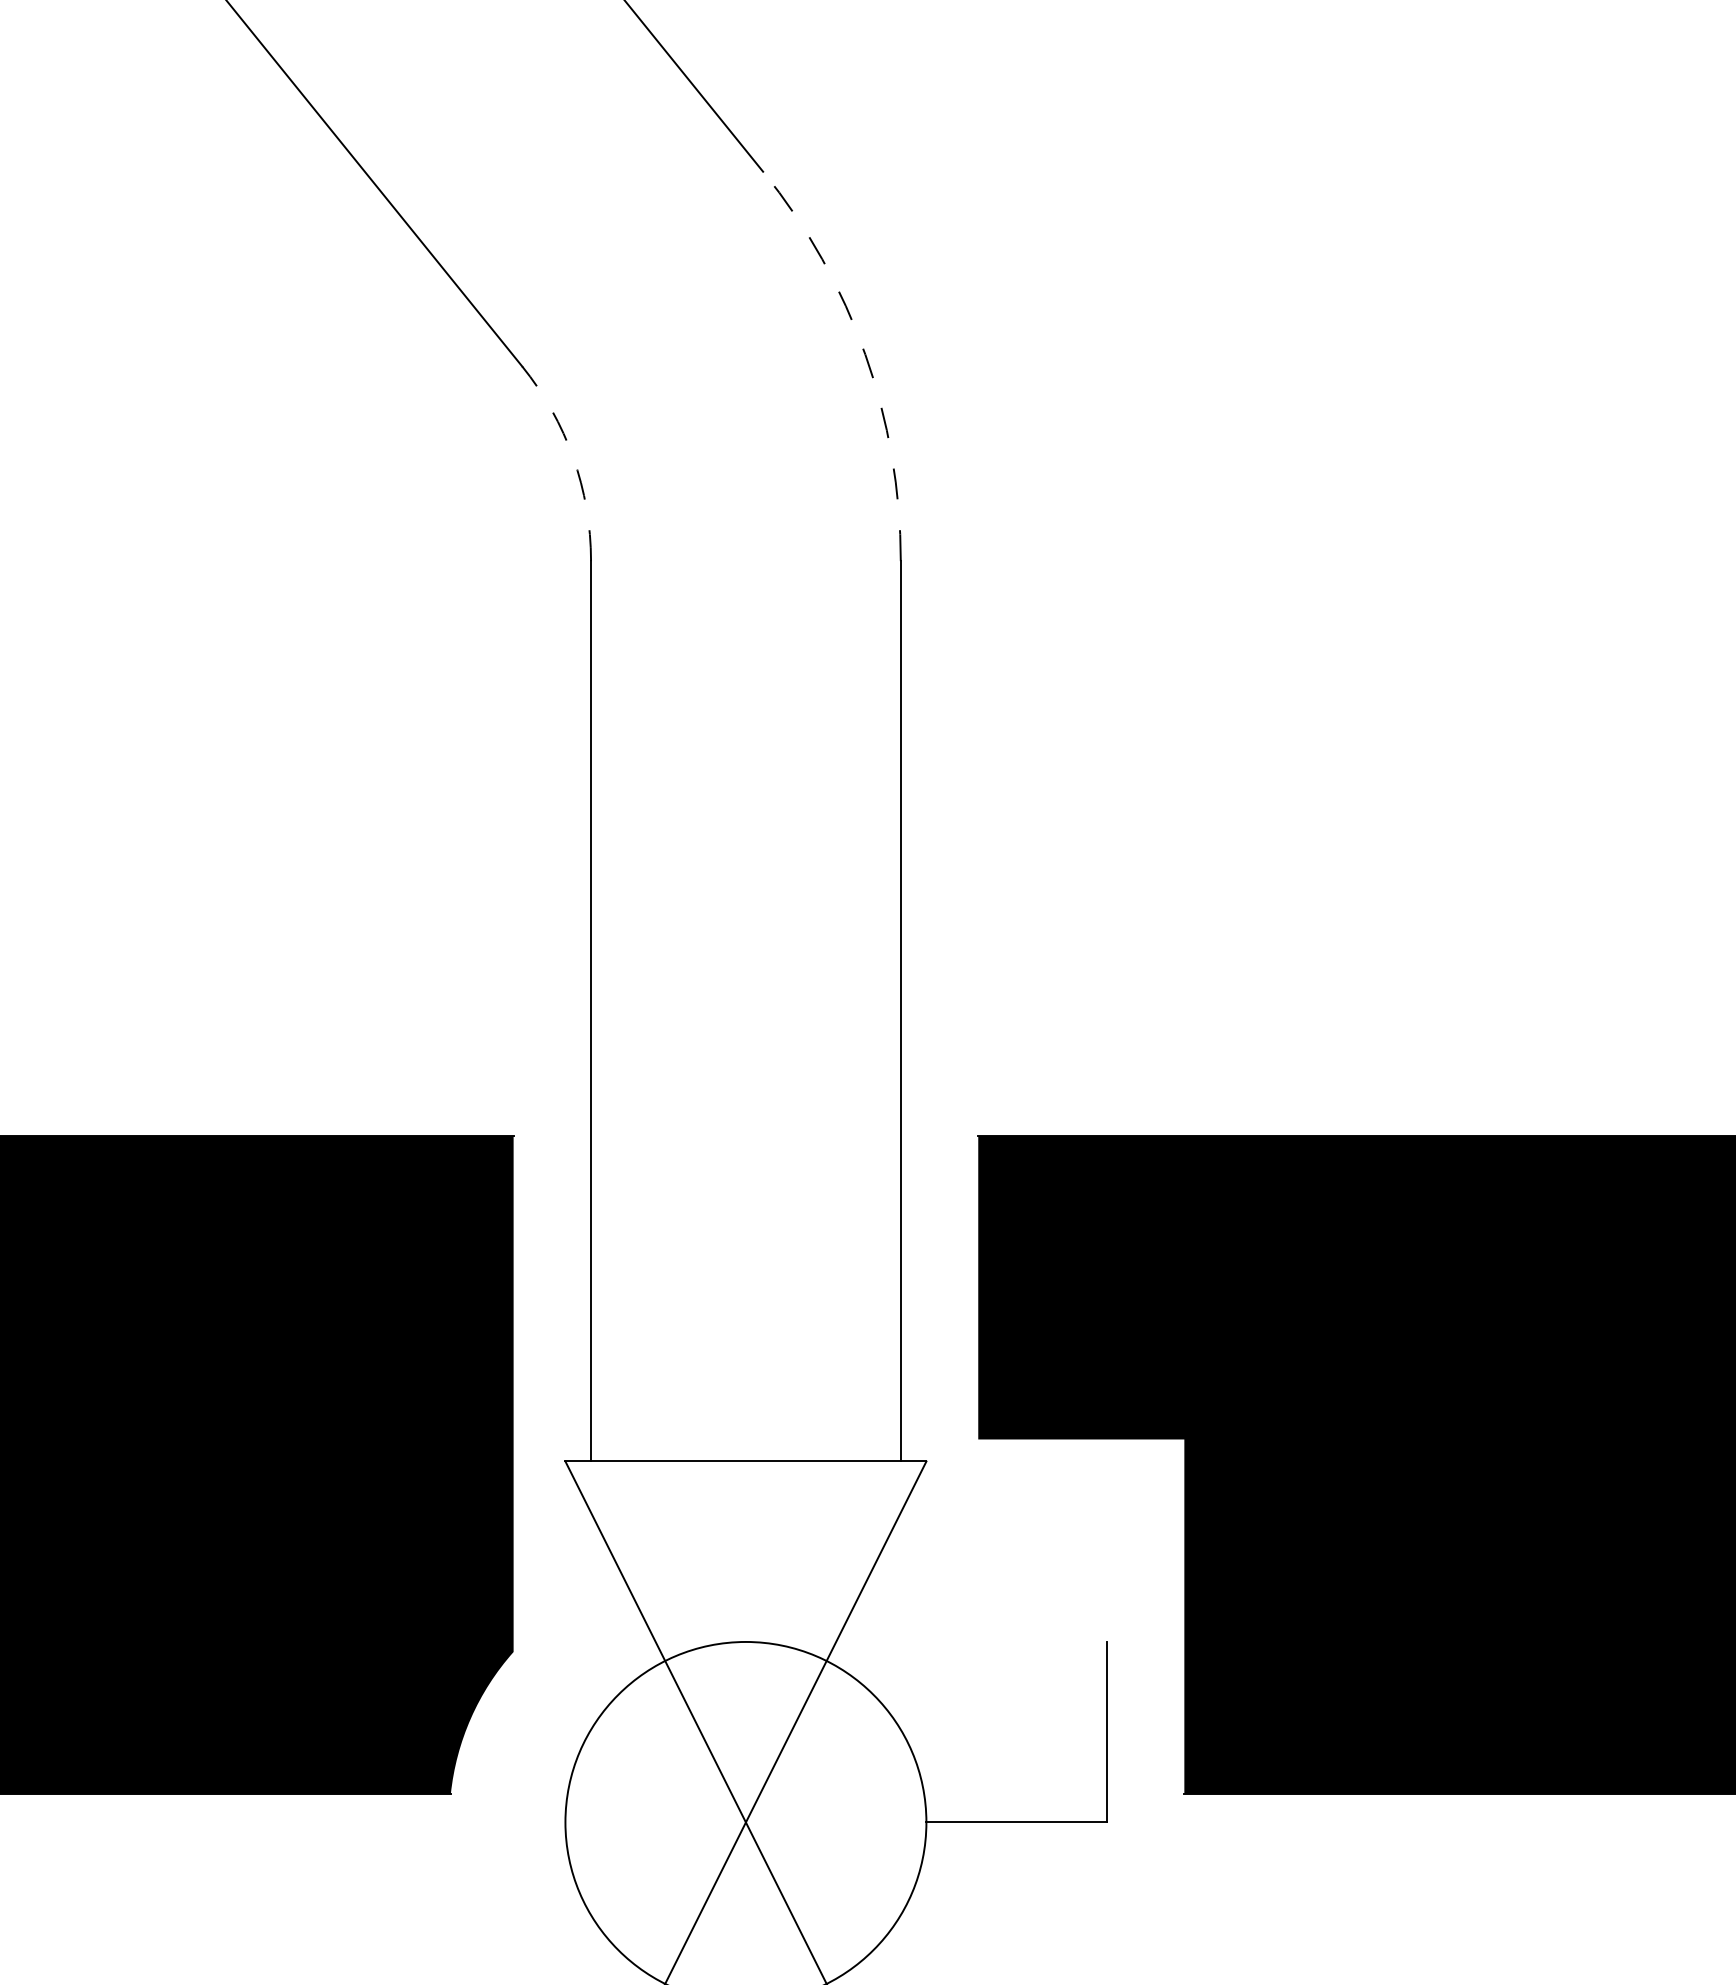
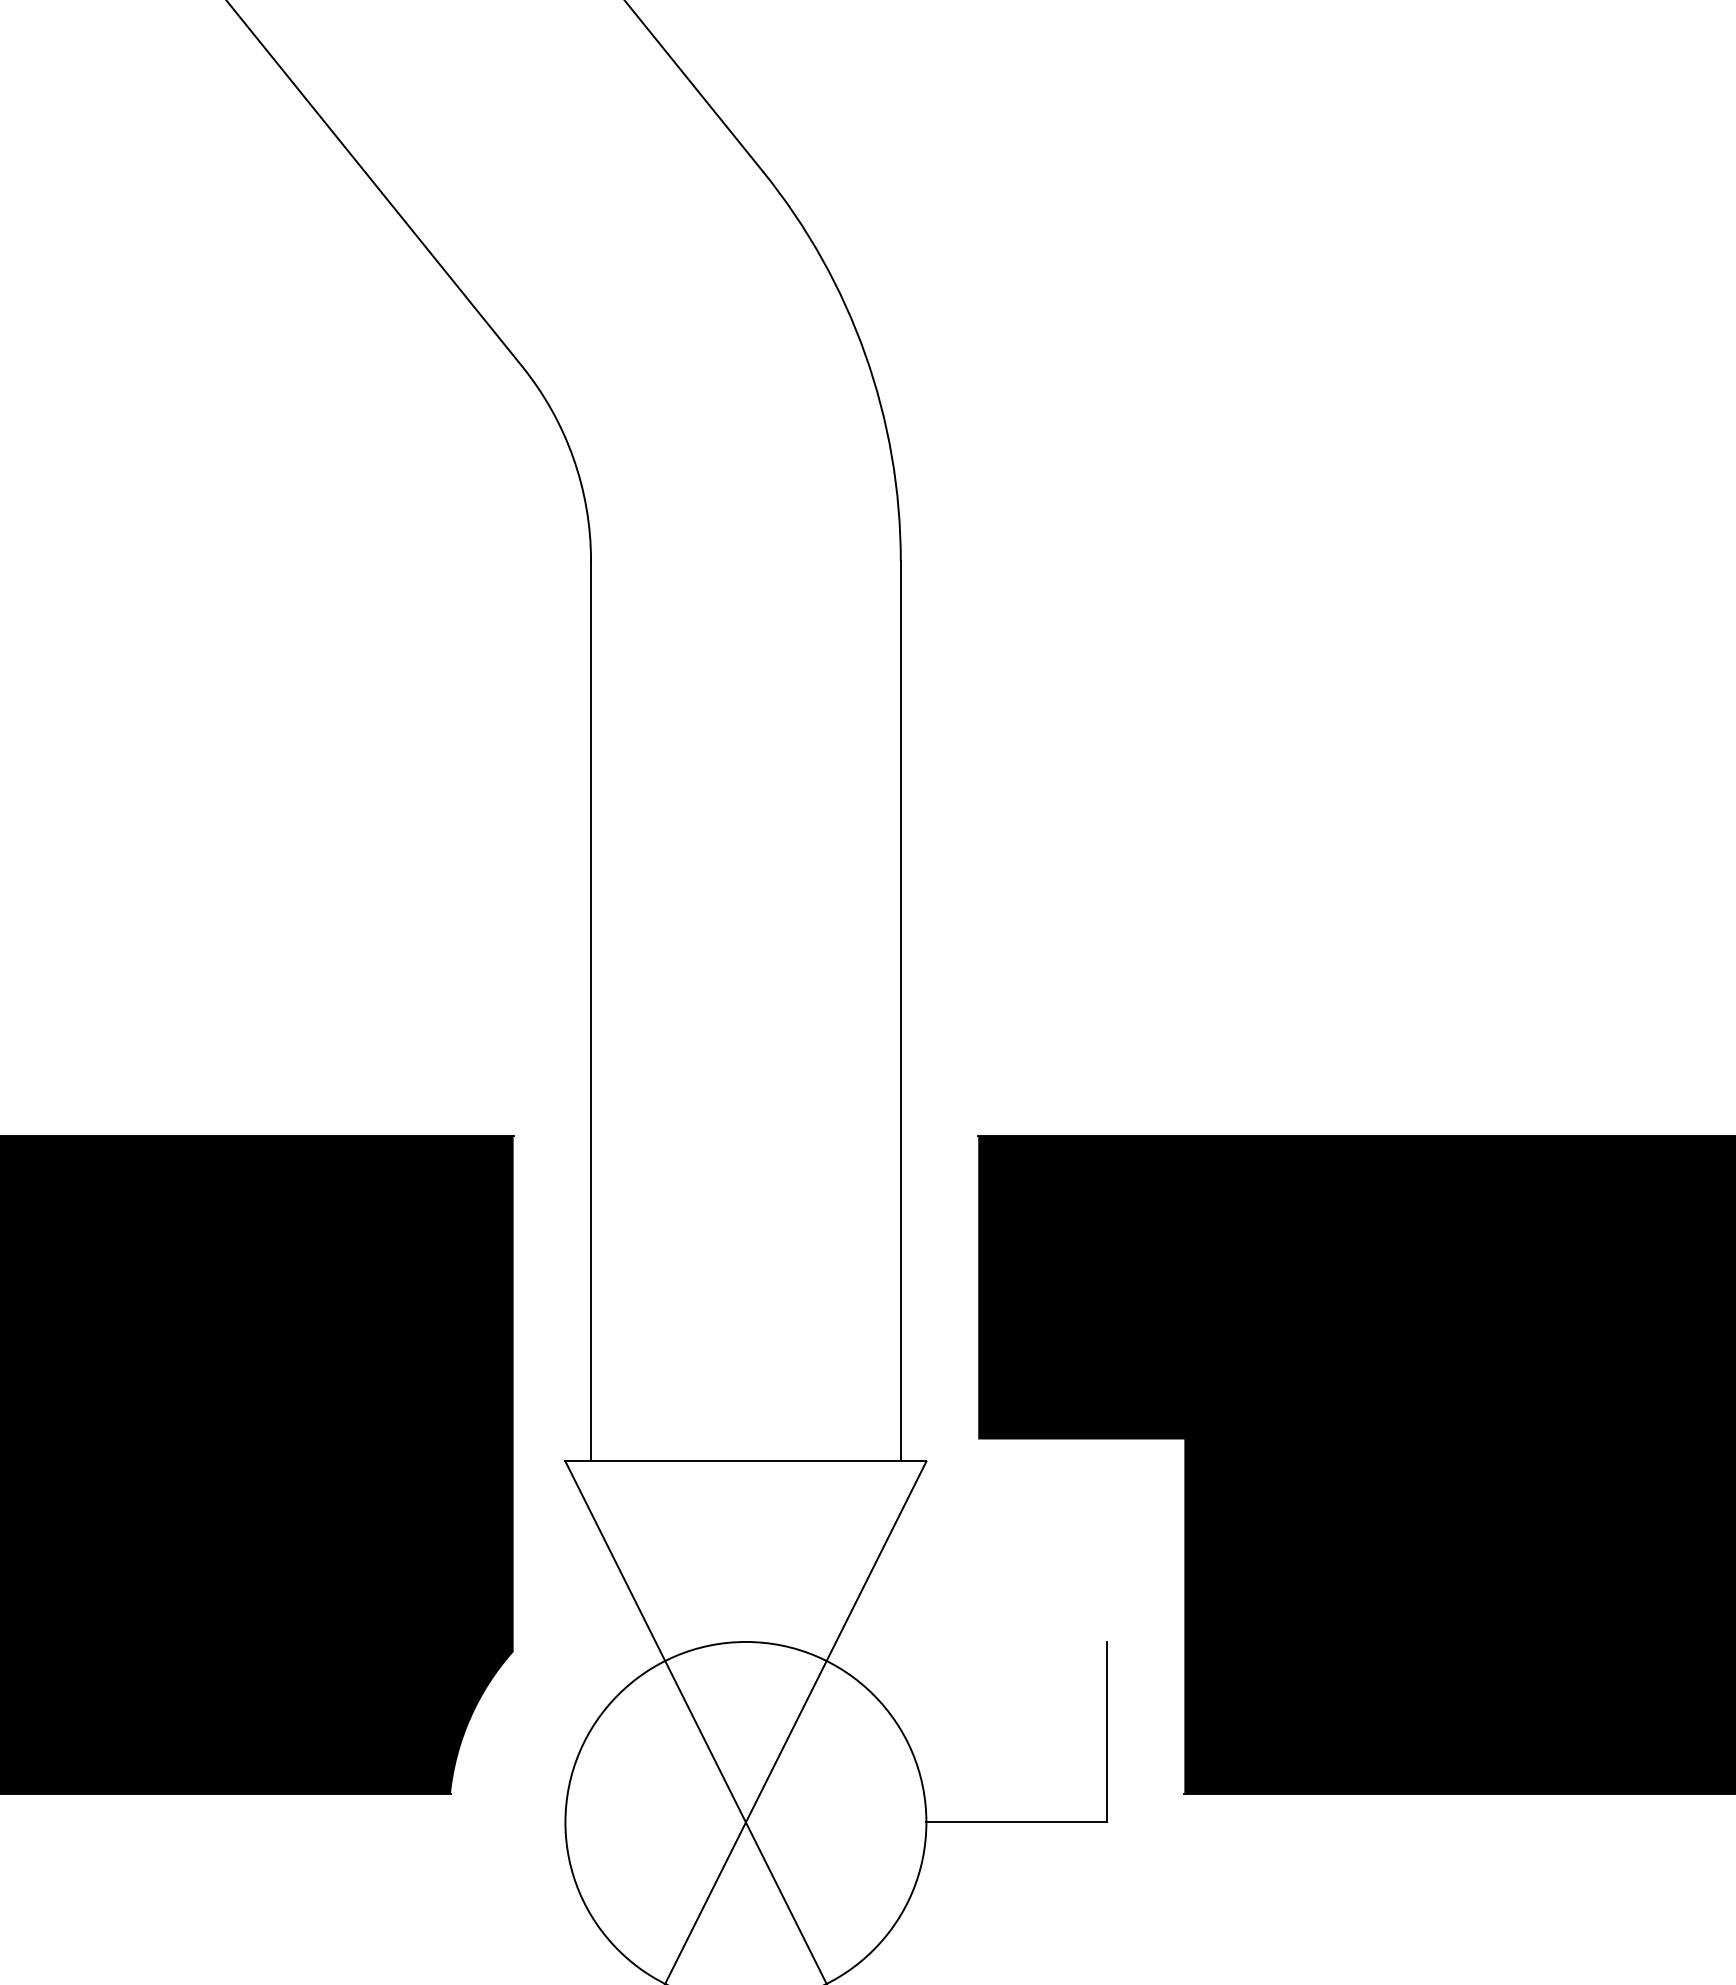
arc at (865, 354): dashed -> solid
arc at (573, 457): dashed -> solid
